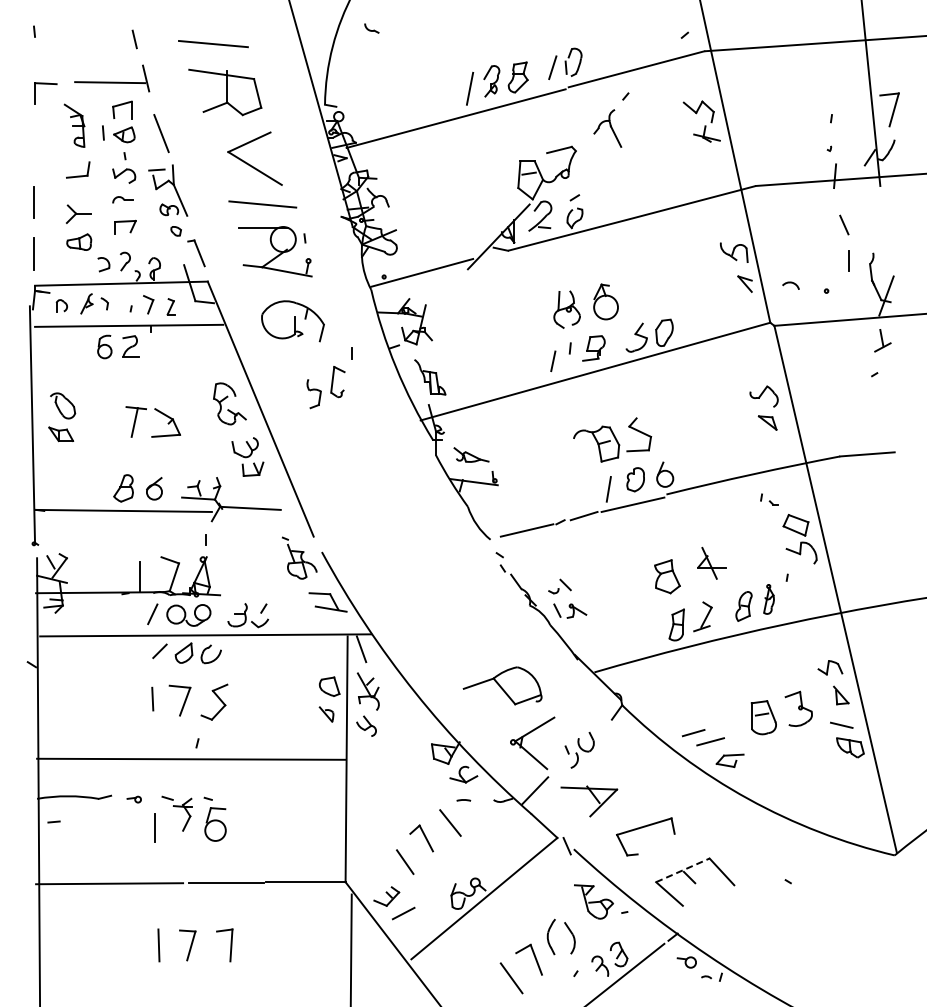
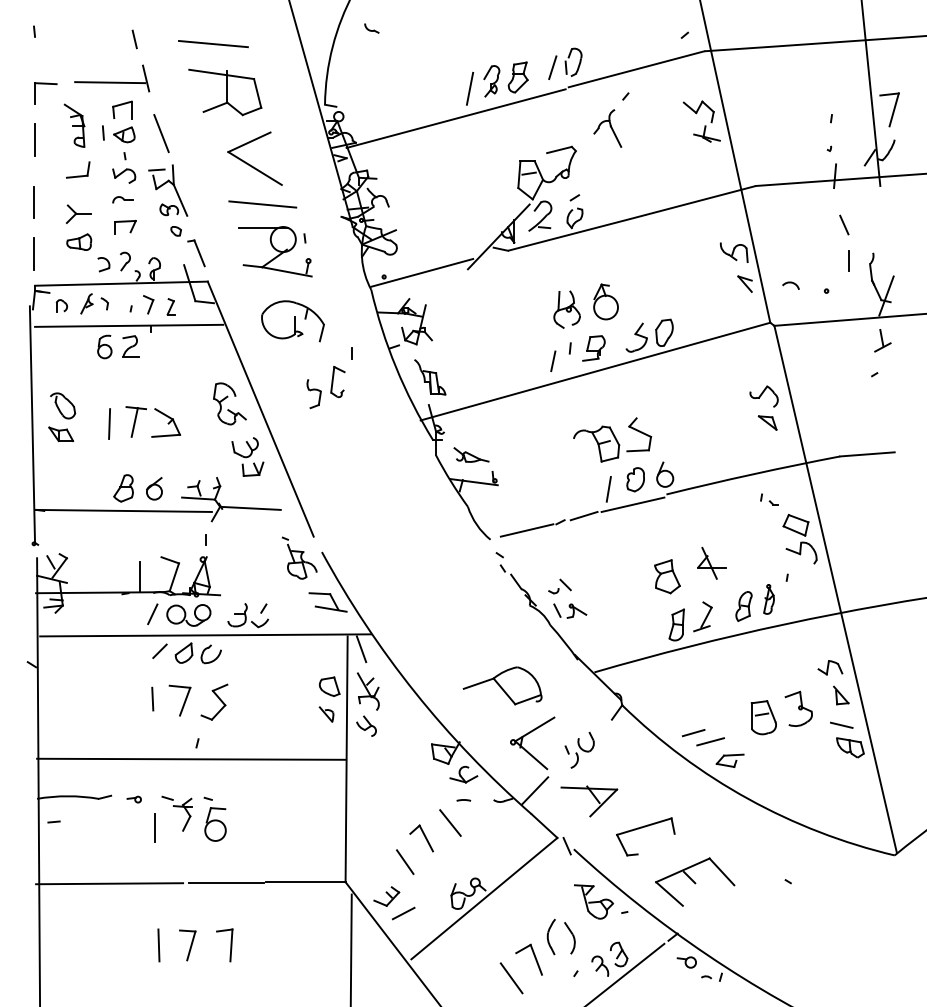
line at (35, 140): none -> present
line at (109, 423): none -> present
line at (683, 870): dashed -> solid
